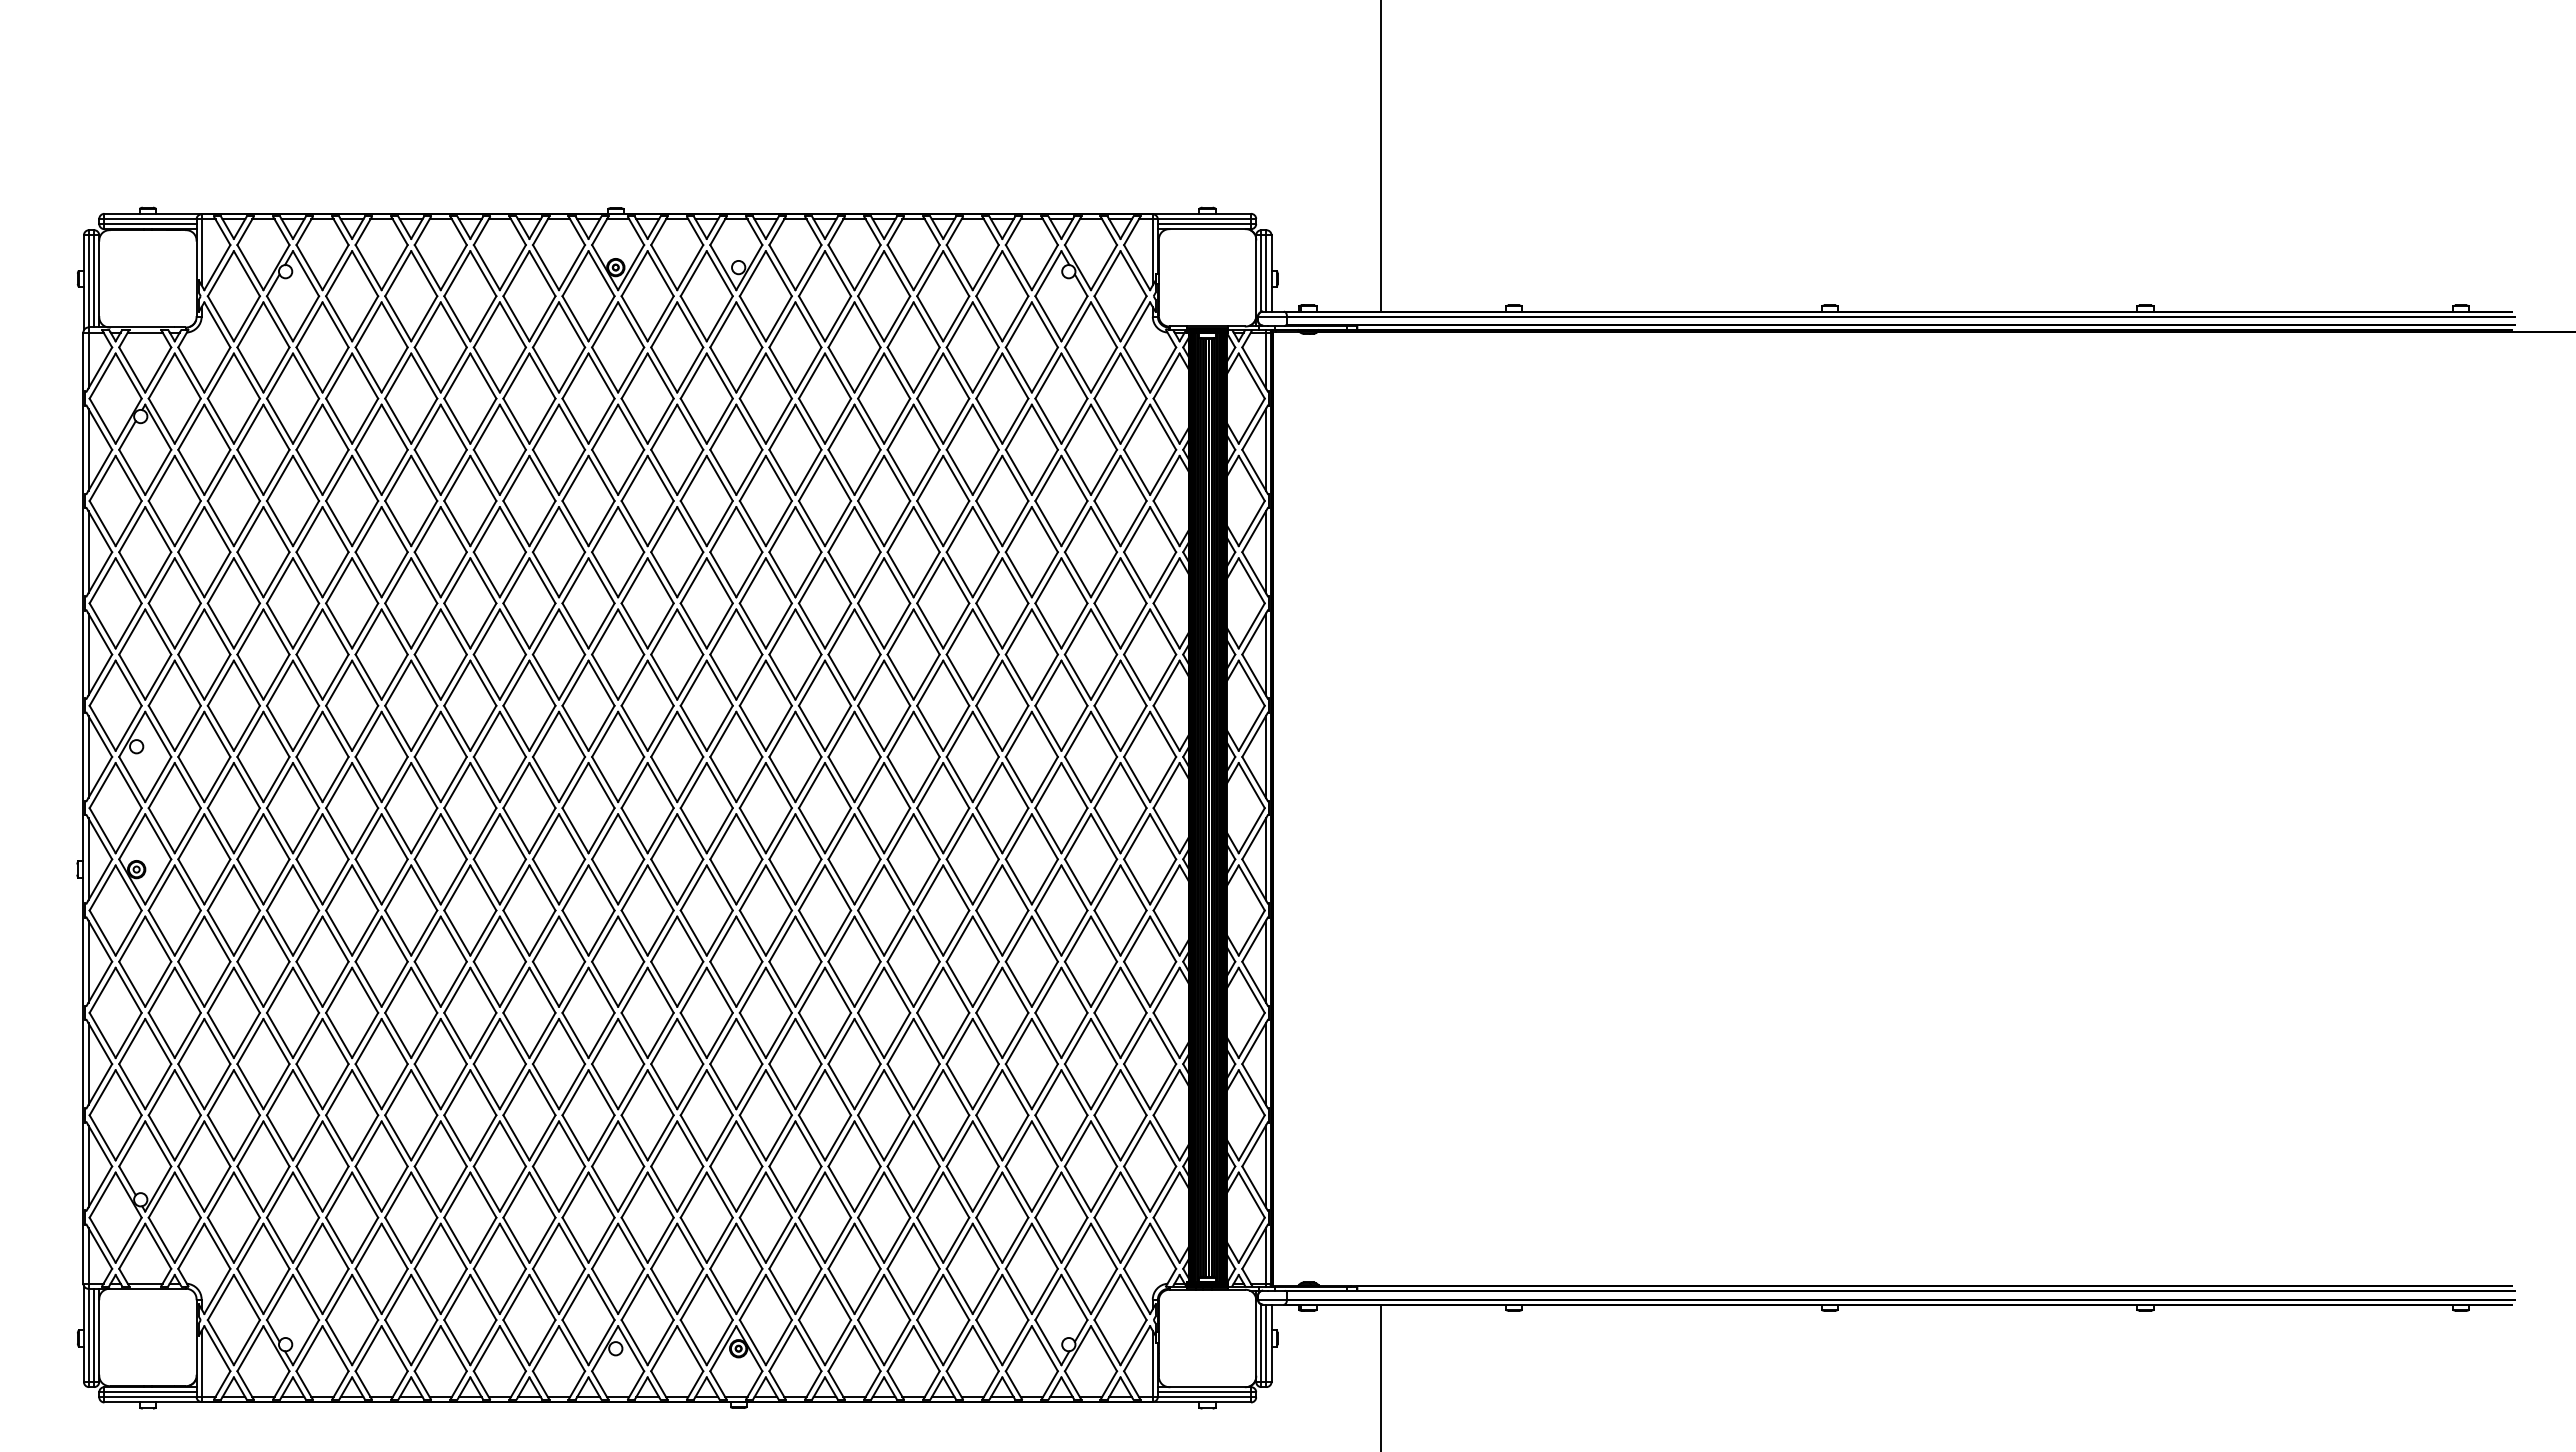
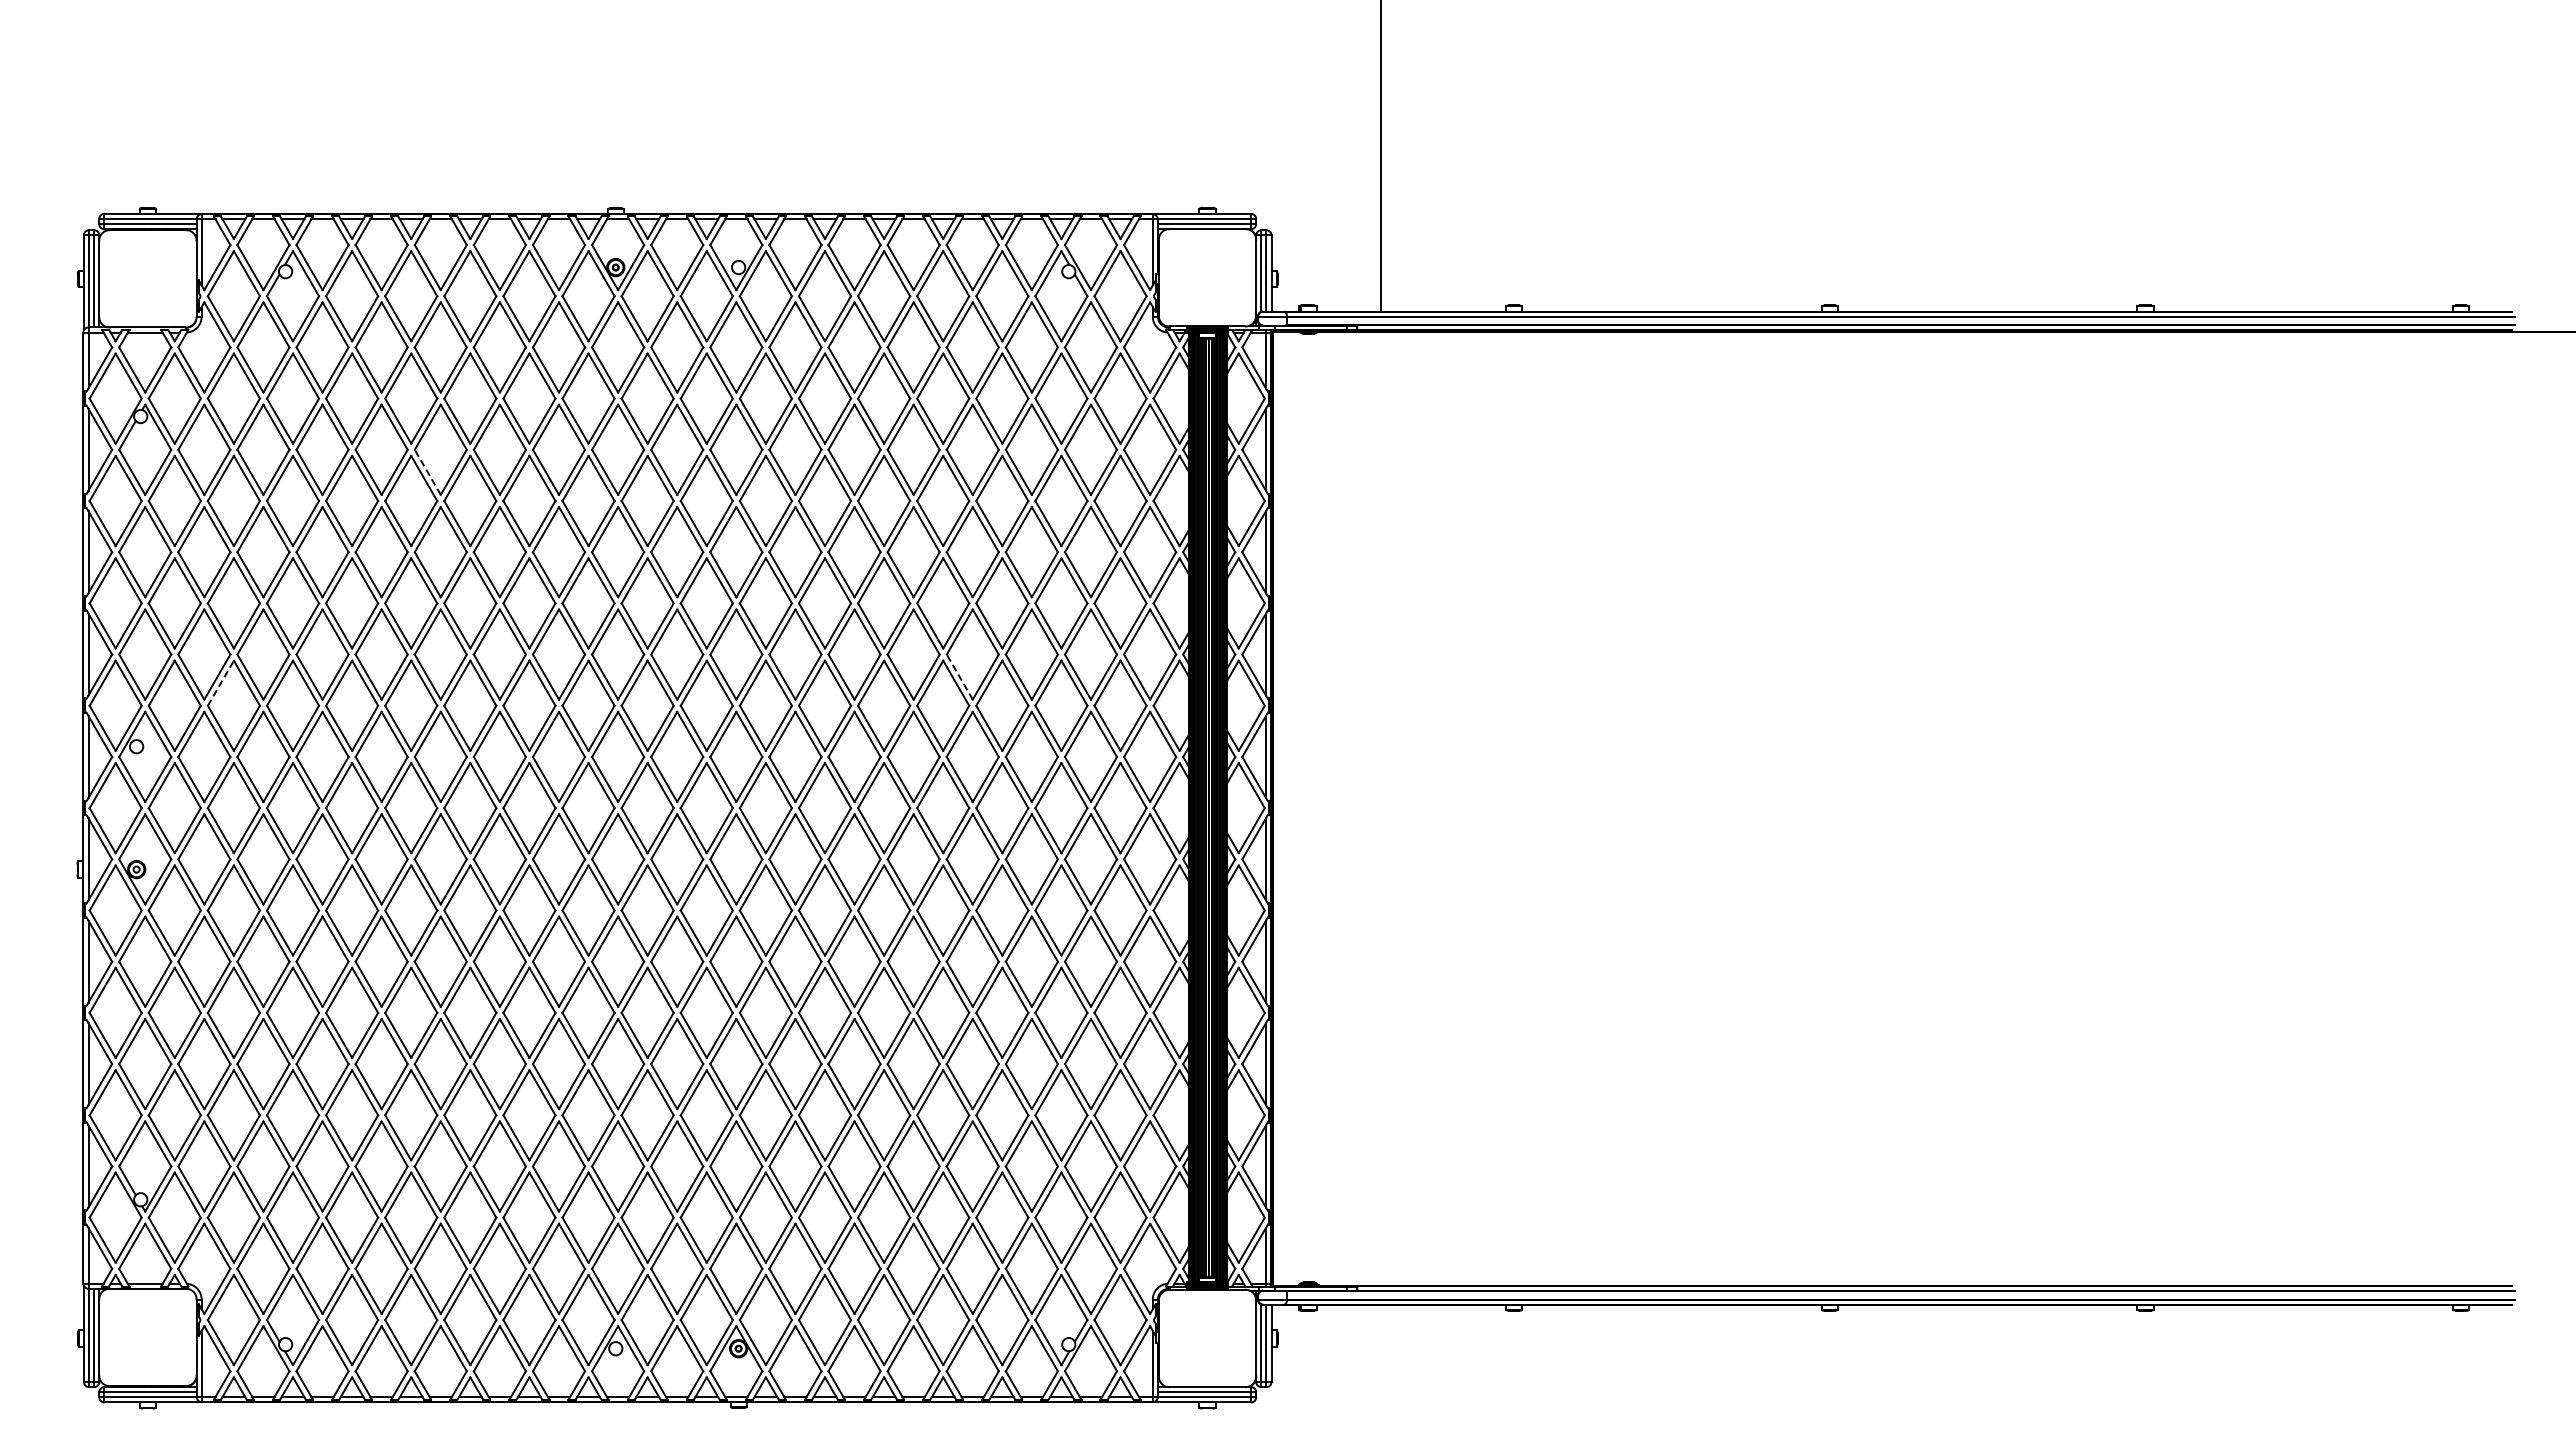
line at (427, 471): solid -> dashed
line at (959, 676): solid -> dashed
line at (221, 682): solid -> dashed
line at (1380, 1376): present -> none
